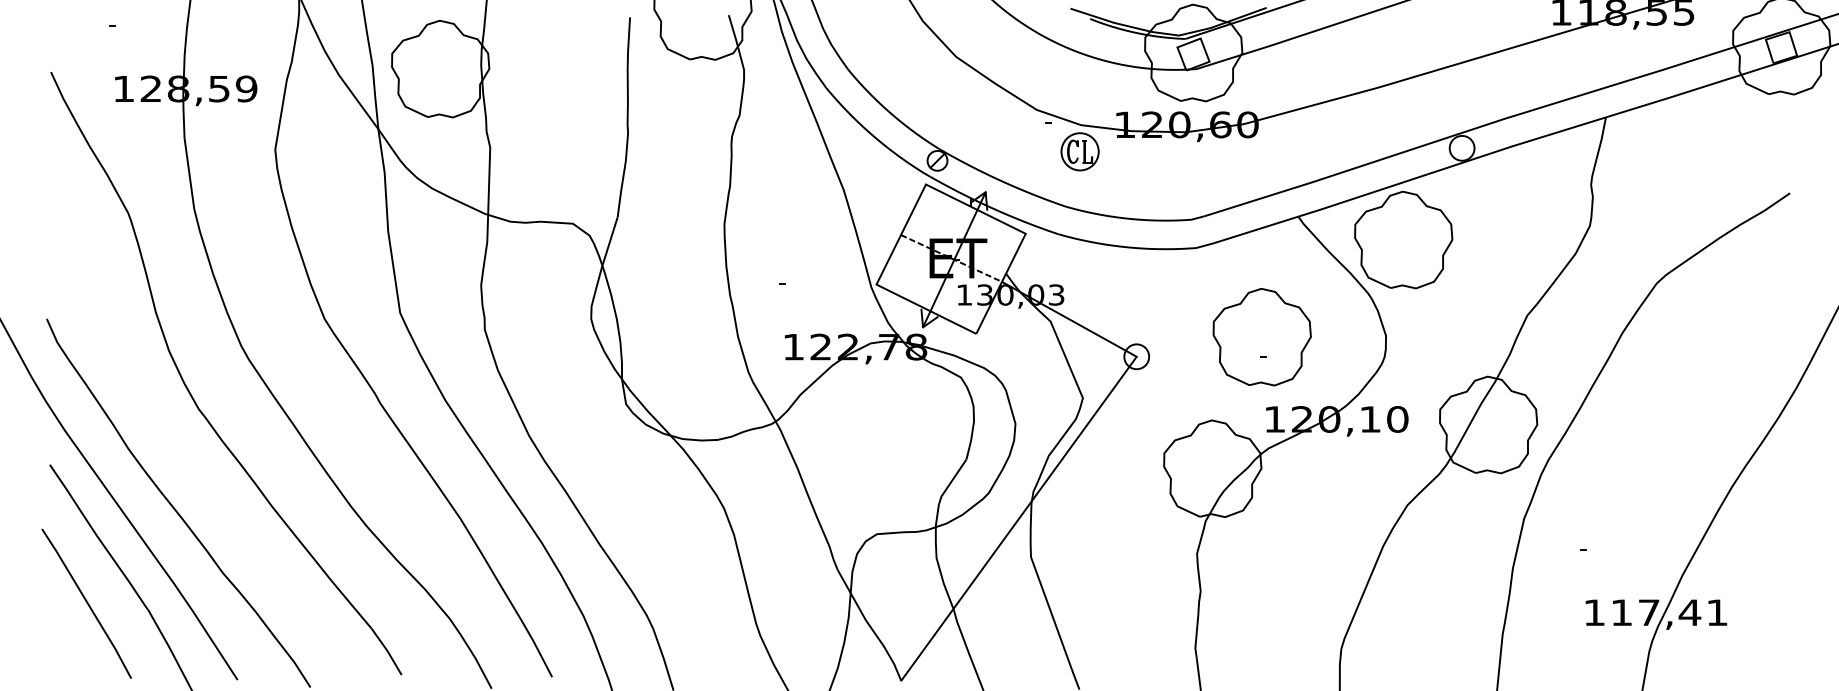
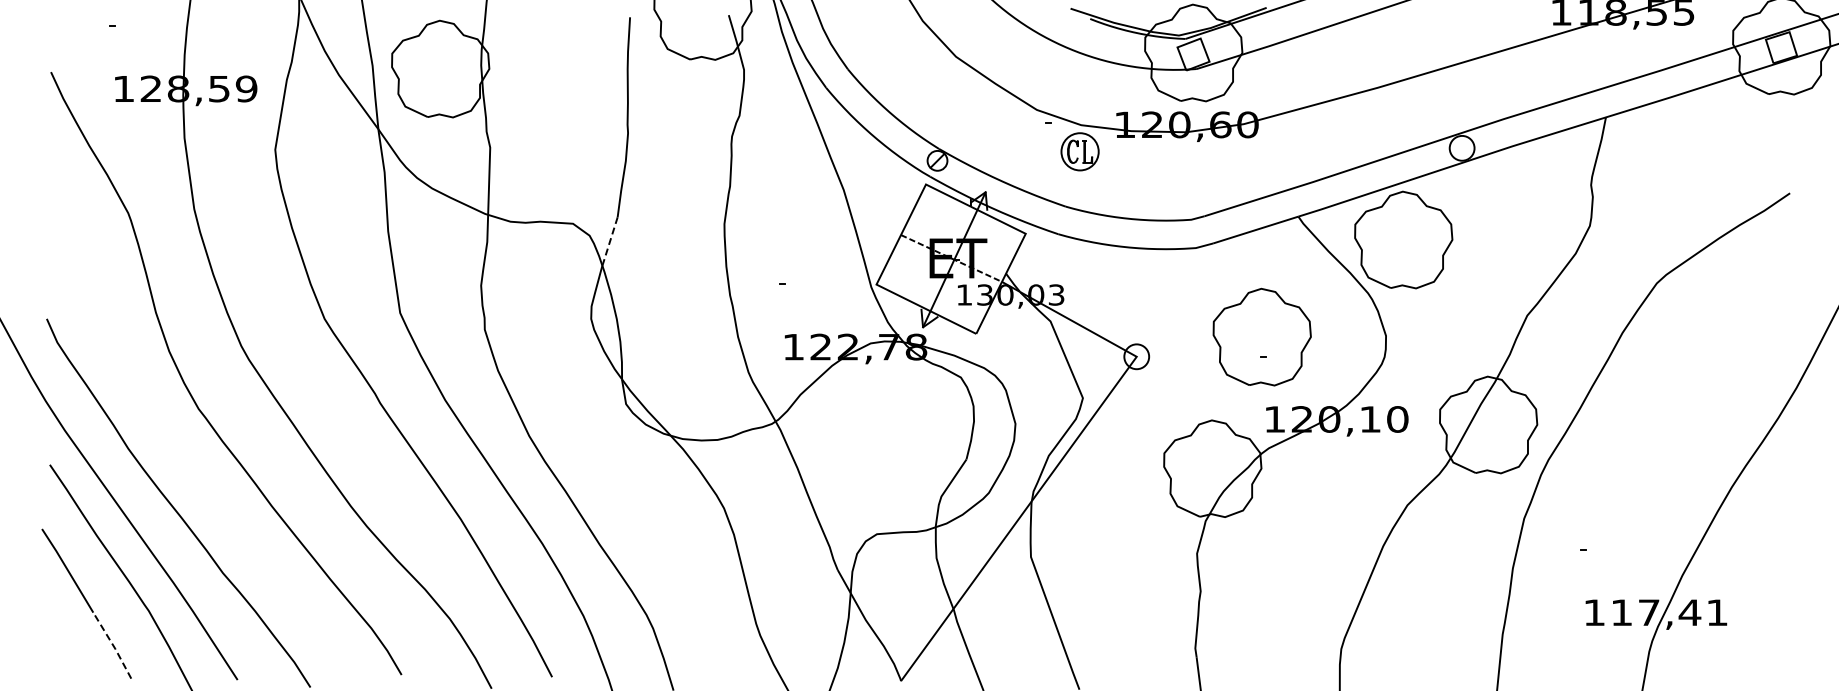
line at (610, 241): solid -> dashed
line at (113, 645): solid -> dashed
